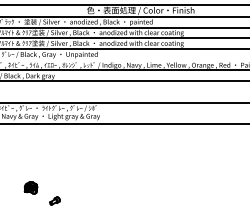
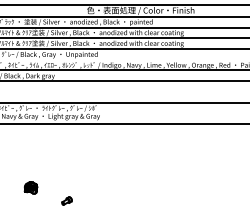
part at (54, 200) position: (54, 200) -> (66, 200)
